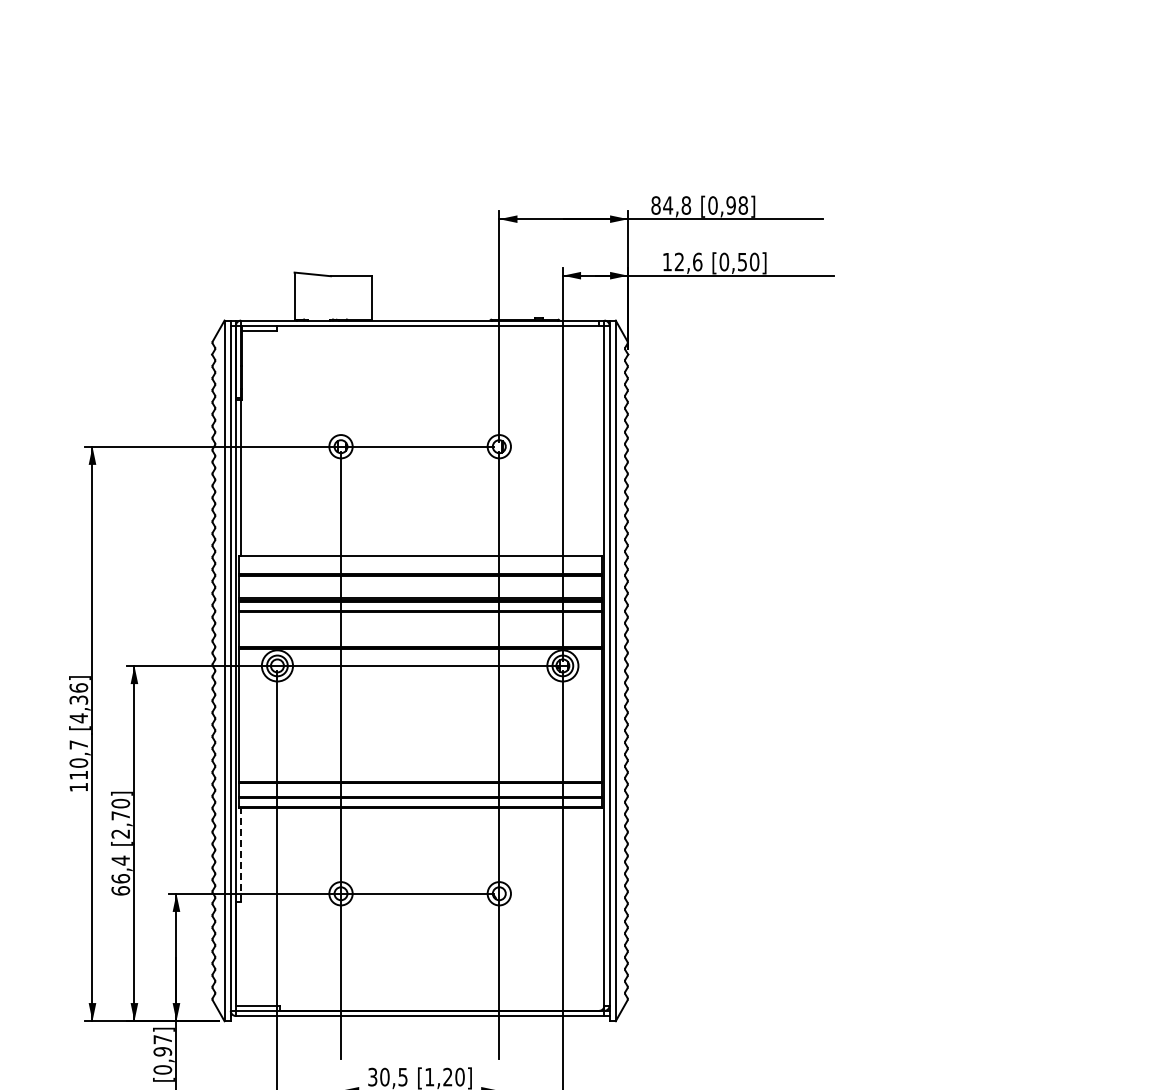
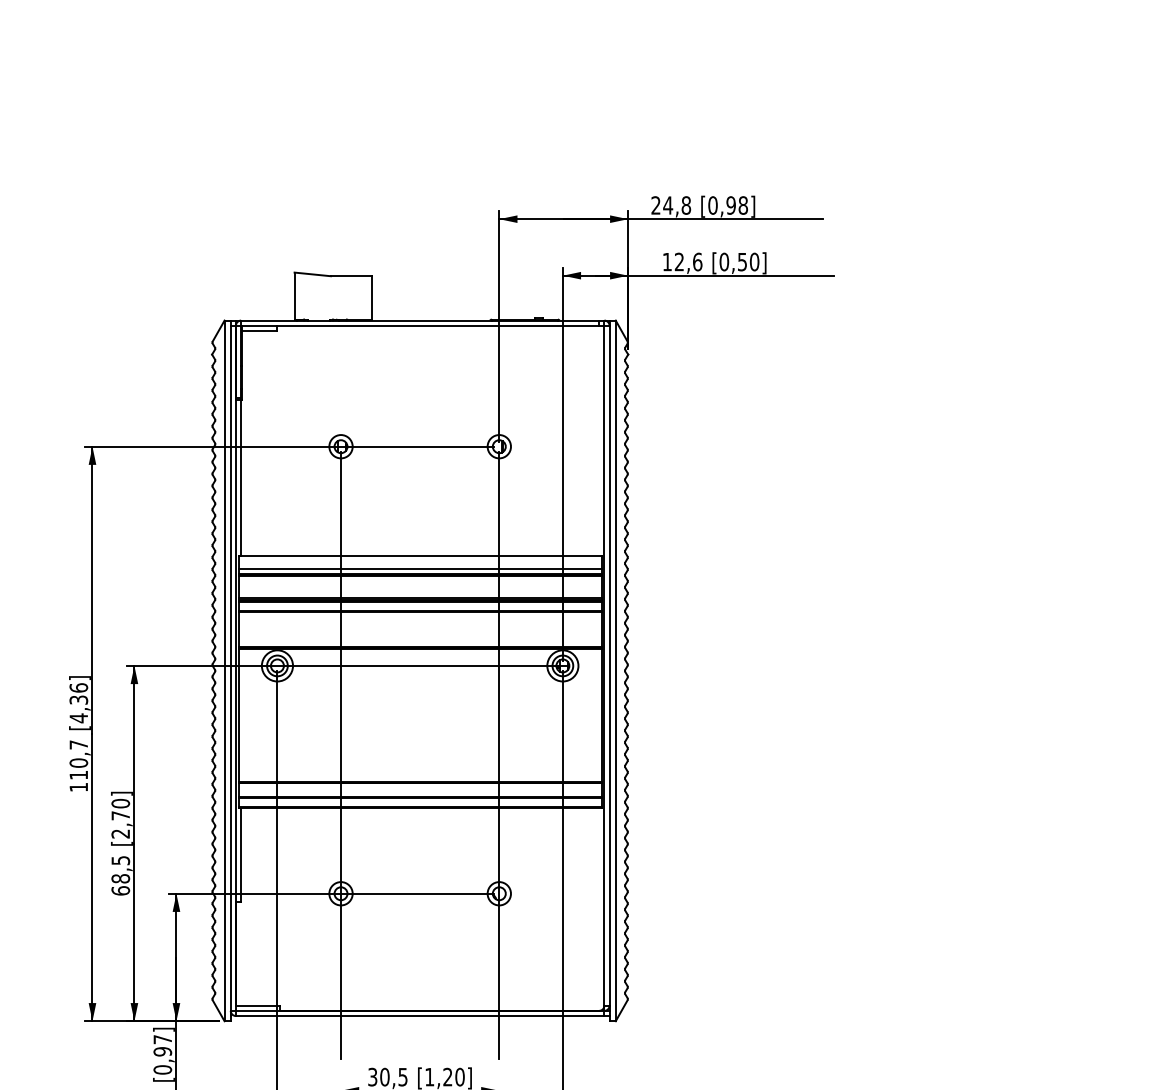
text at (655, 205): 84,8 -> 24,8
line at (419, 569): none -> present
line at (241, 854): dashed -> solid
text at (120, 869): 66,4 -> 68,5
